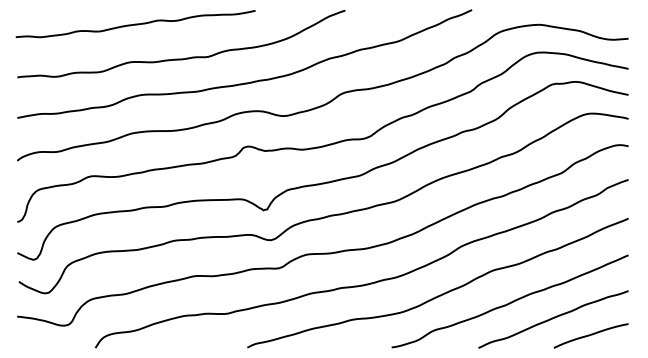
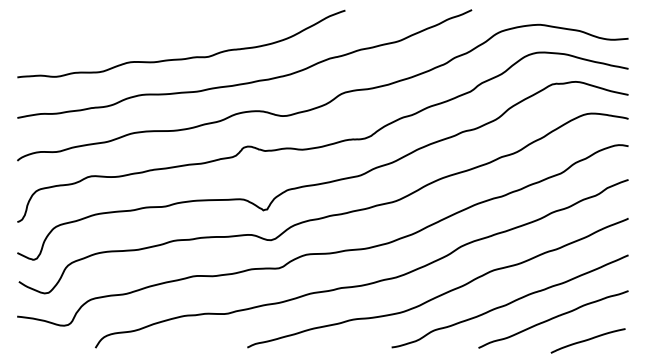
curve at (135, 24): present -> none
curve at (590, 335) position: (590, 335) -> (587, 340)
